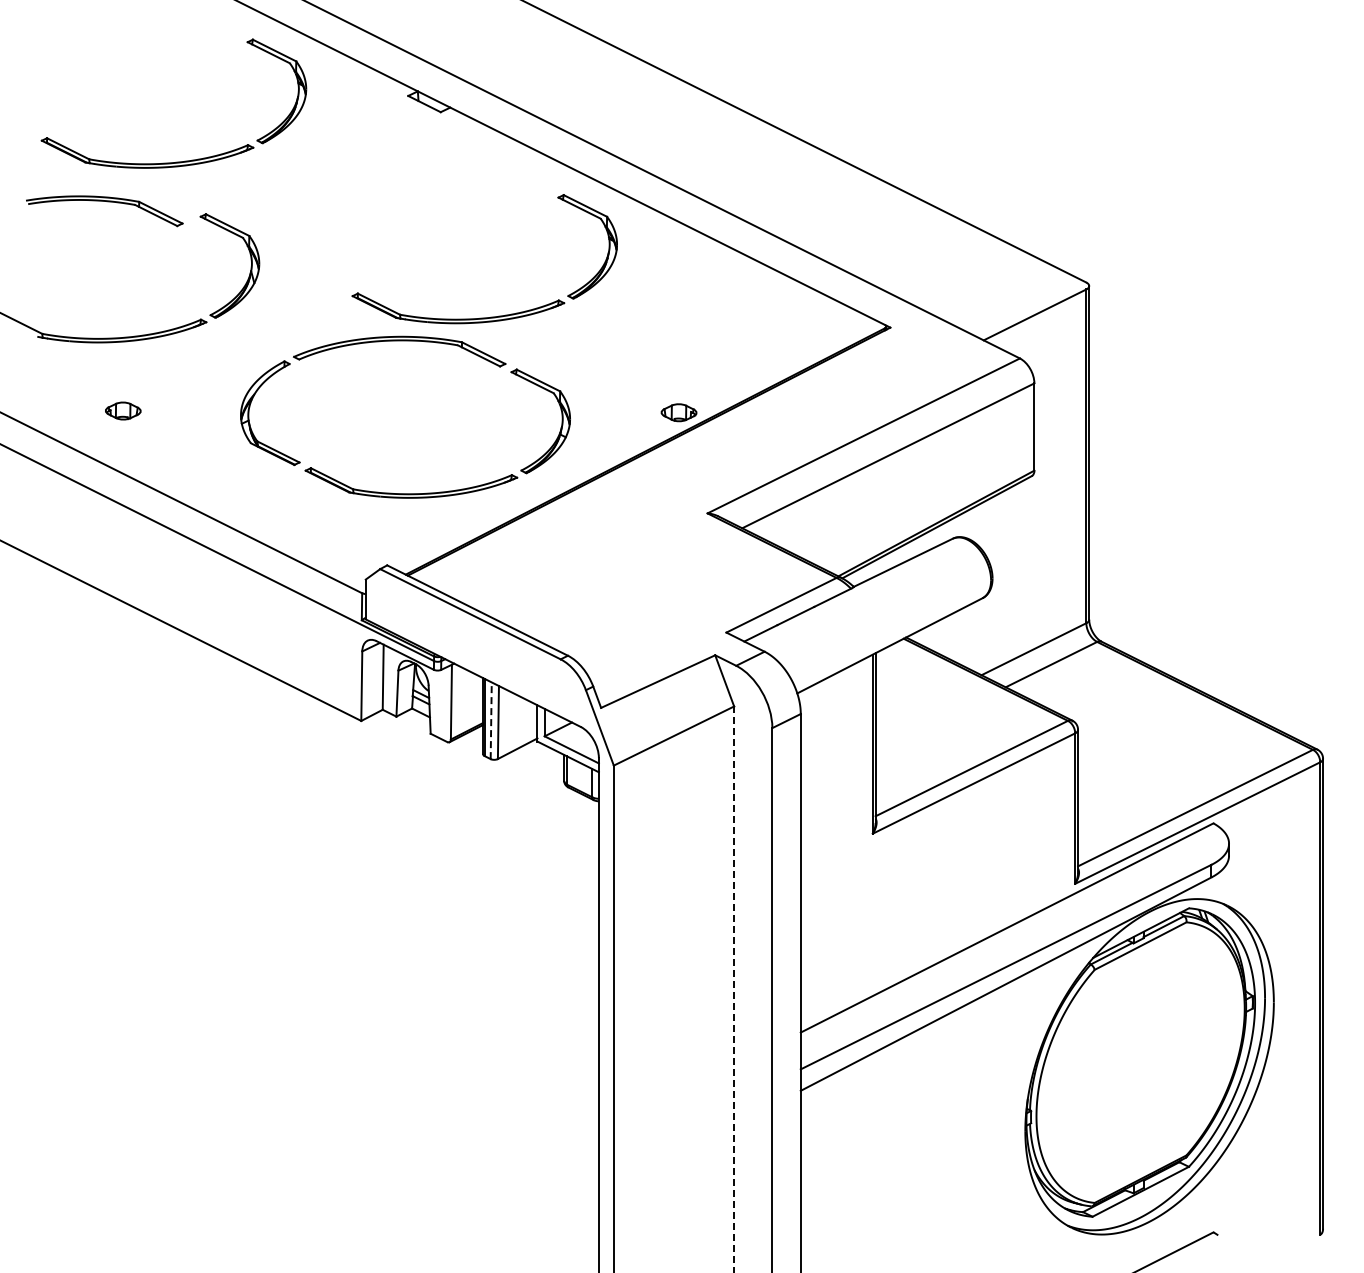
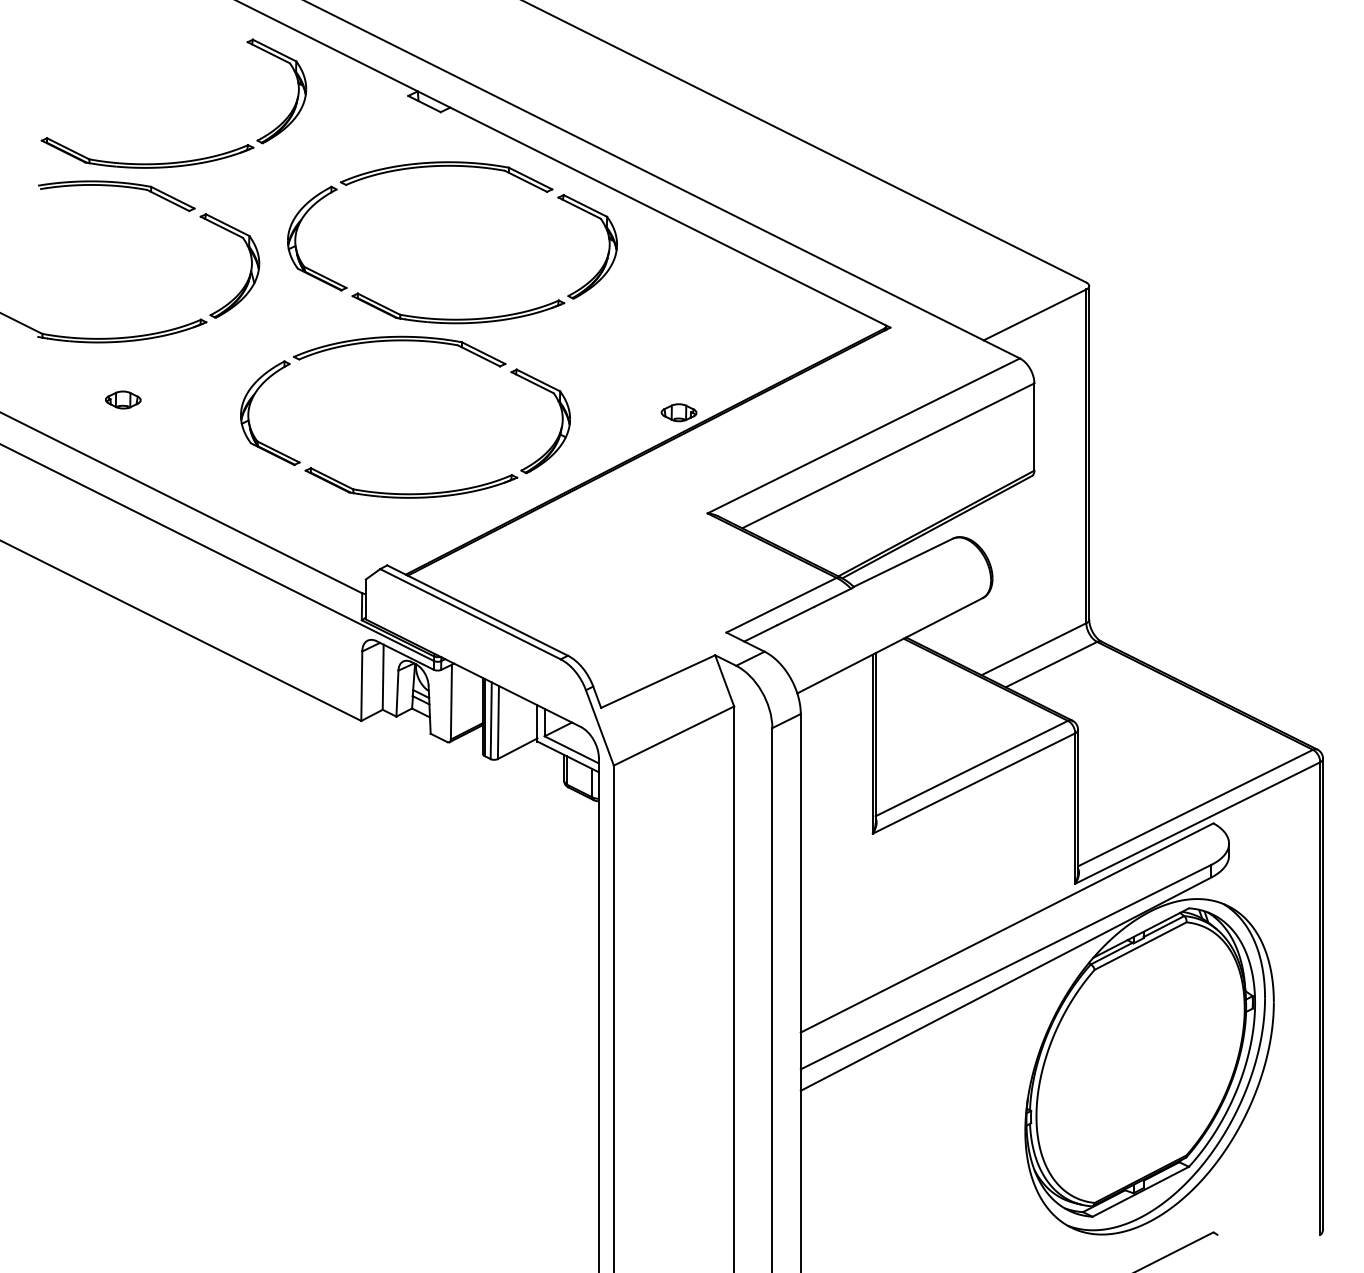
part at (410, 169): none -> present
part at (107, 202) position: (107, 202) -> (119, 187)
part at (123, 410) position: (123, 410) -> (123, 399)
line at (491, 720): dashed -> solid
line at (734, 989): dashed -> solid
